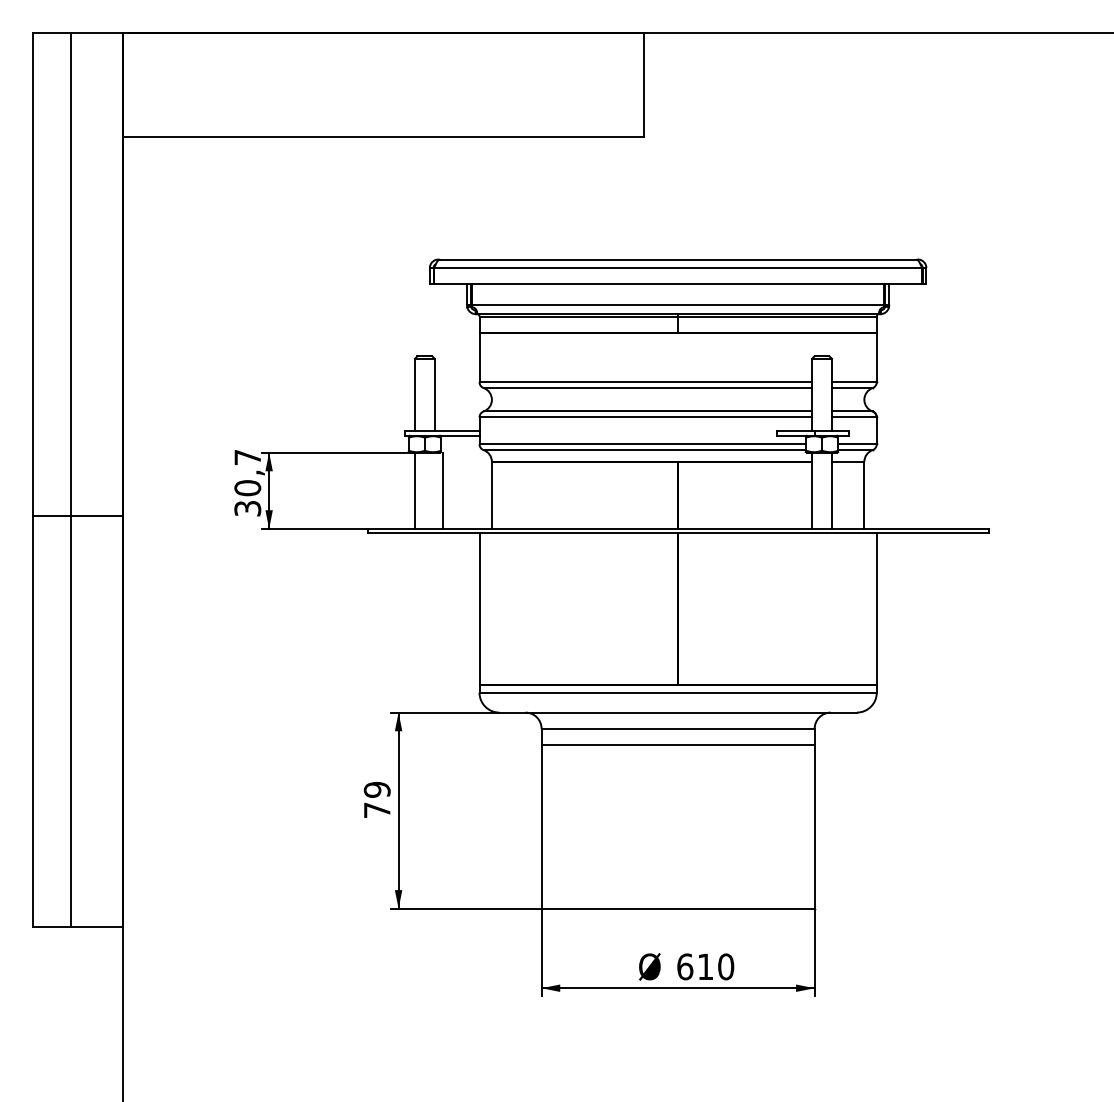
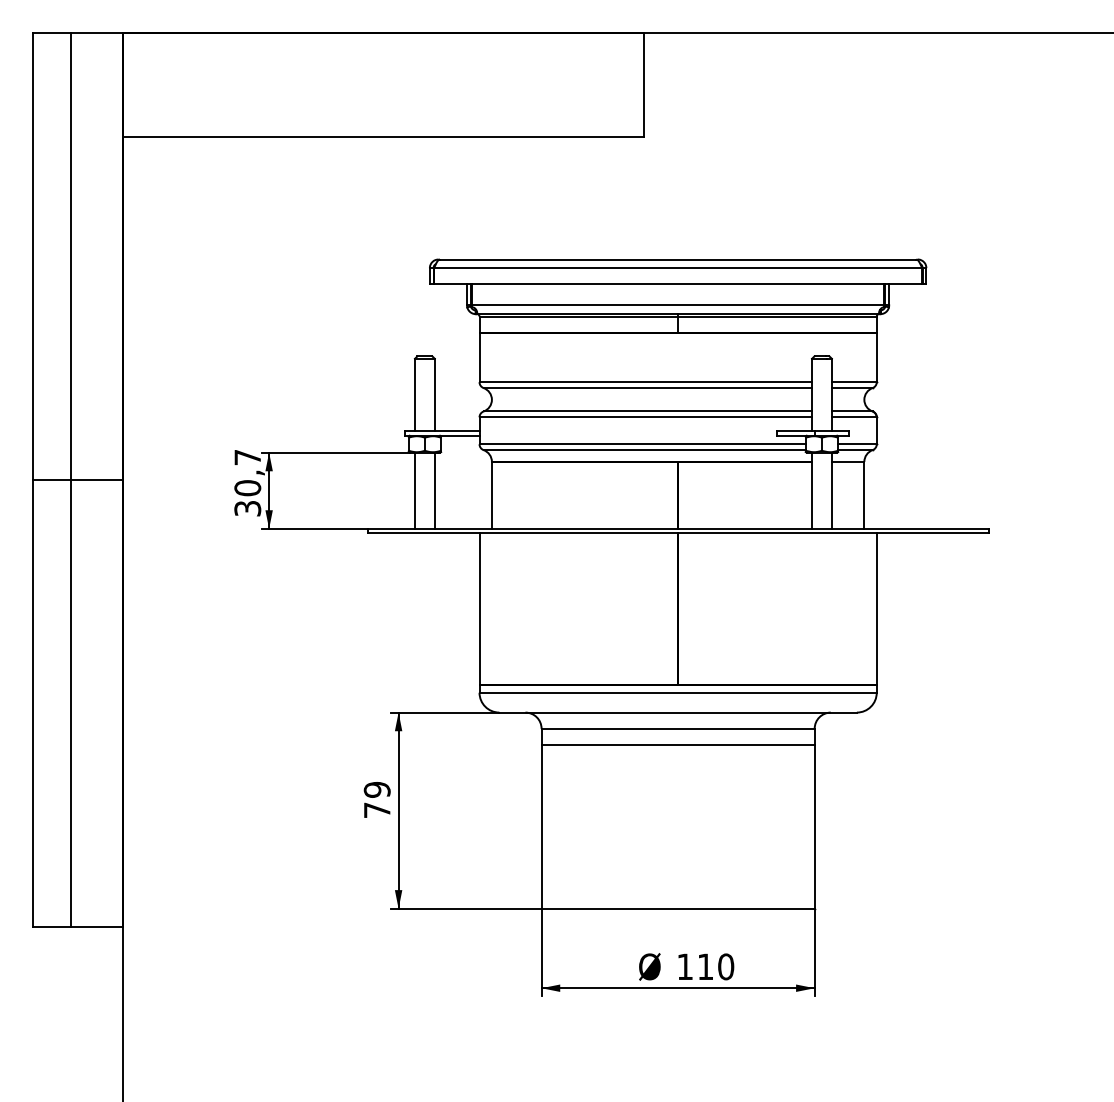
line at (442, 490) position: (442, 490) -> (434, 490)
line at (77, 515) position: (77, 515) -> (77, 479)
text at (685, 966): 610 -> 110
